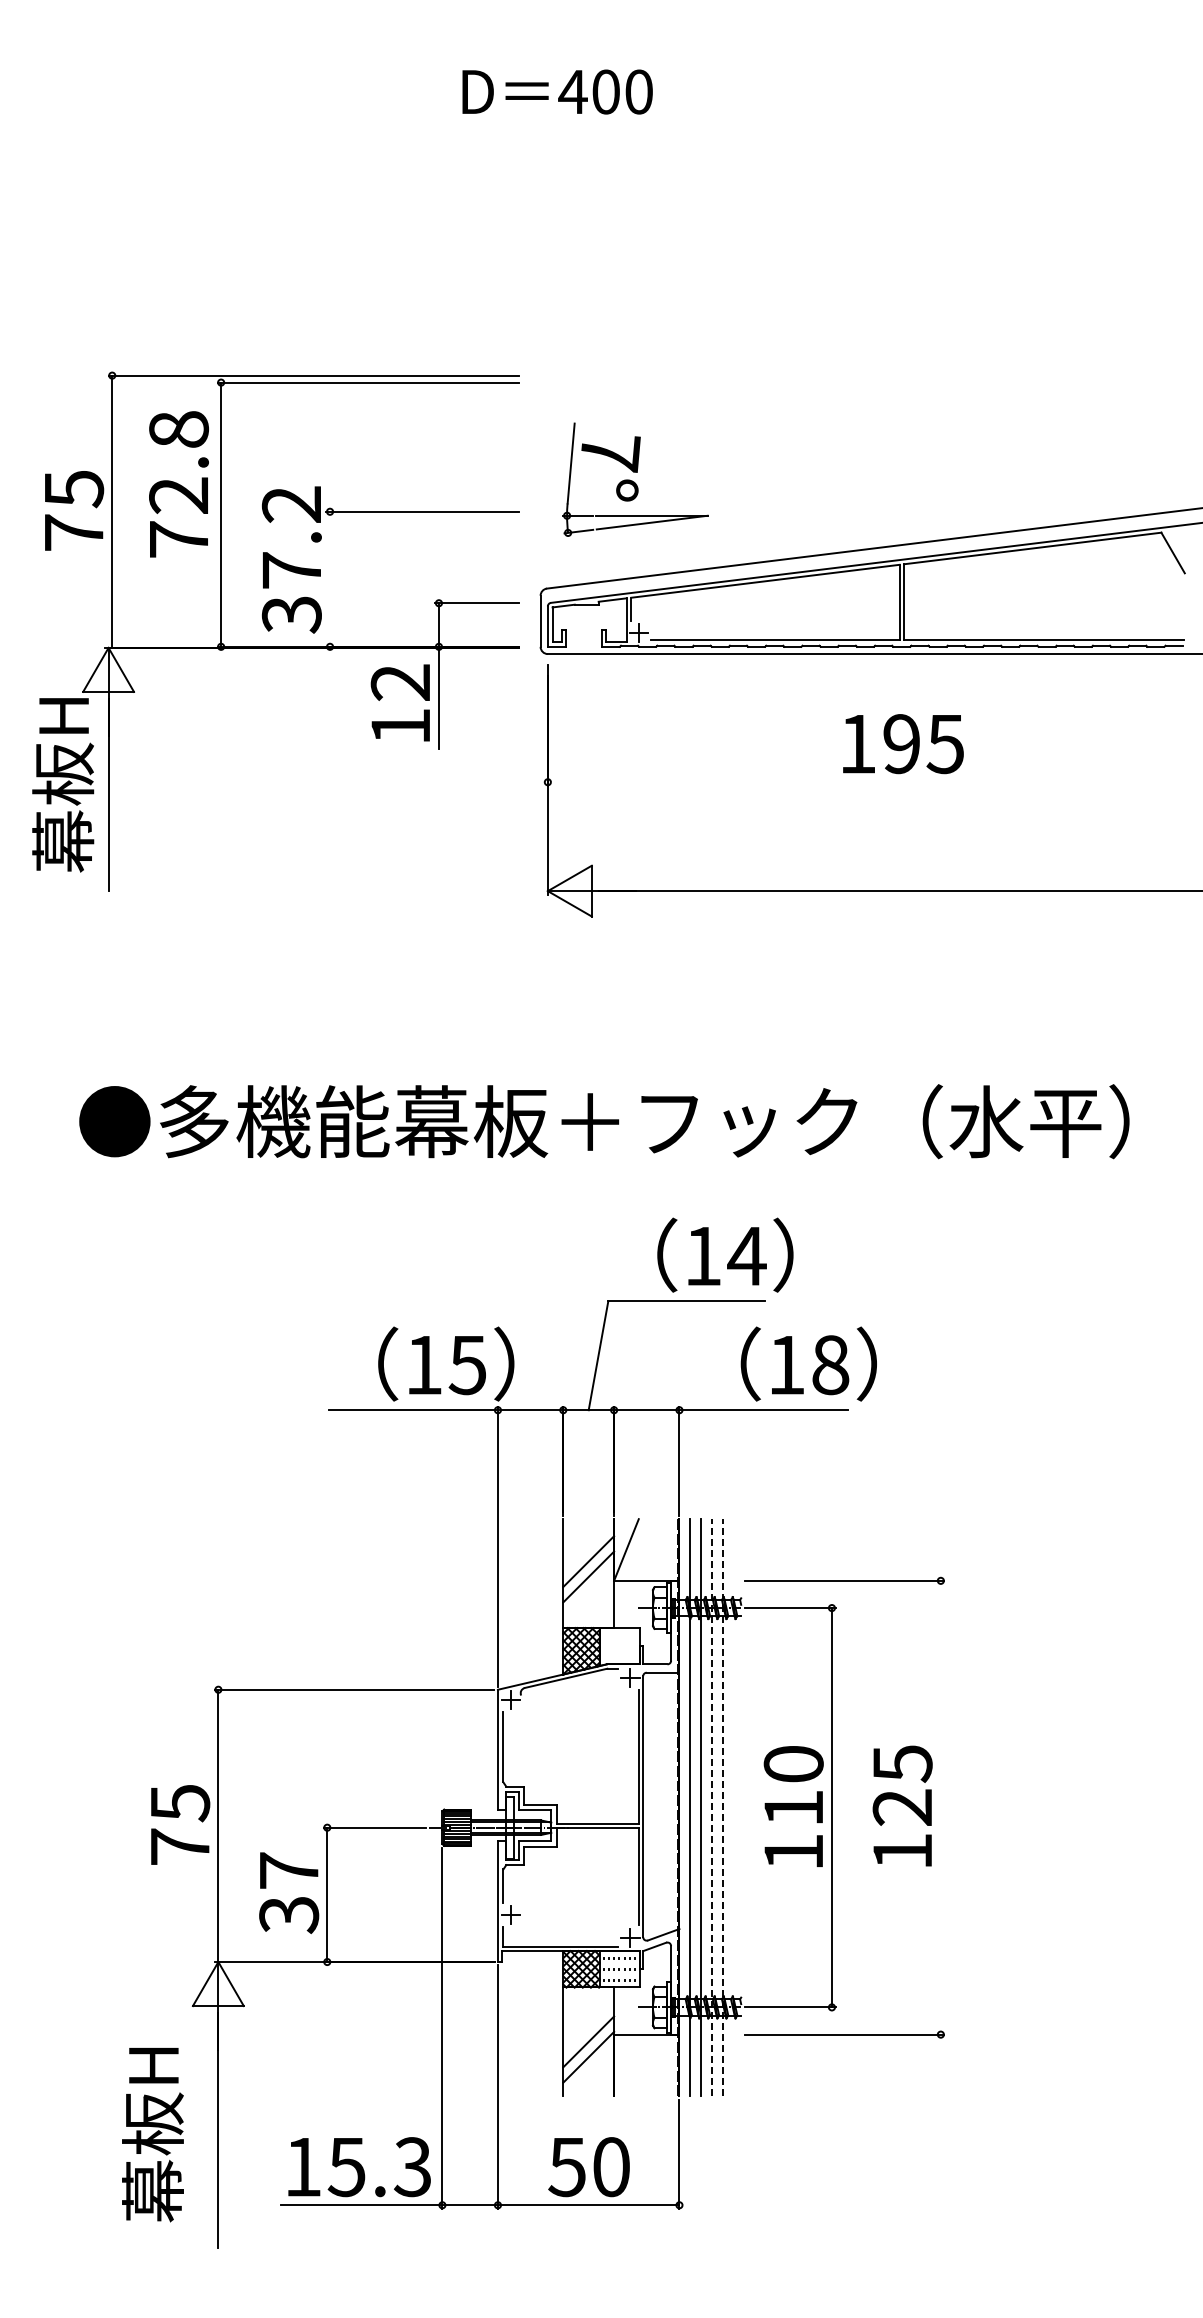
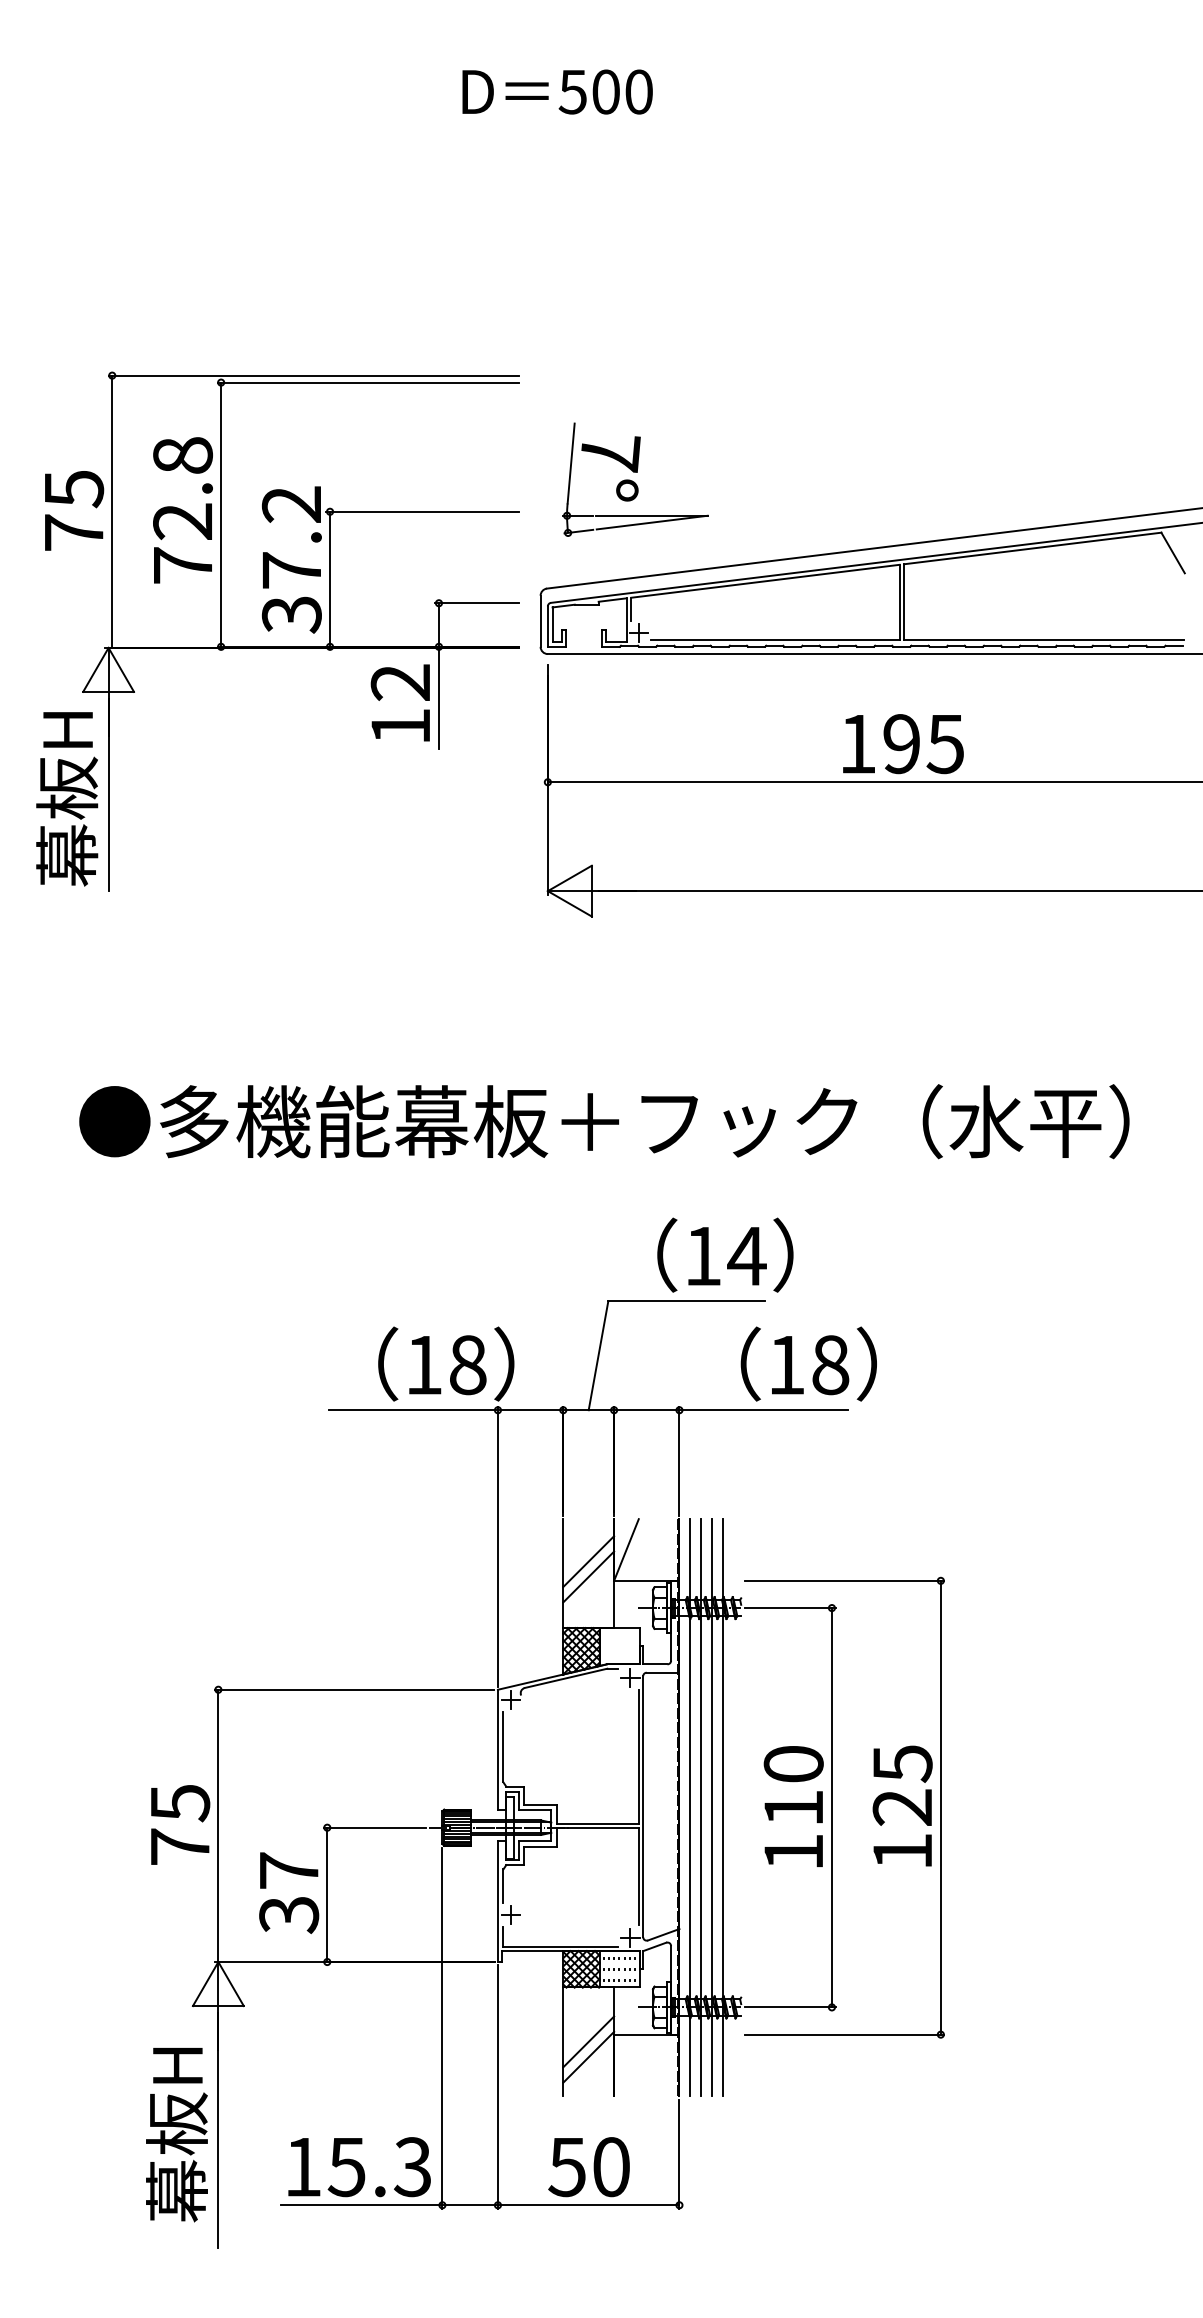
text at (572, 92): 400 -> 500
text at (178, 484) position: (178, 484) -> (182, 510)
line at (330, 578): none -> present
line at (873, 782): none -> present
text at (63, 785) position: (63, 785) -> (67, 799)
text at (467, 1365): 15 -> 18
line at (712, 1807): dashed -> solid
line at (723, 1807): dashed -> solid
line at (940, 1807): none -> present
text at (152, 2135) position: (152, 2135) -> (176, 2135)
